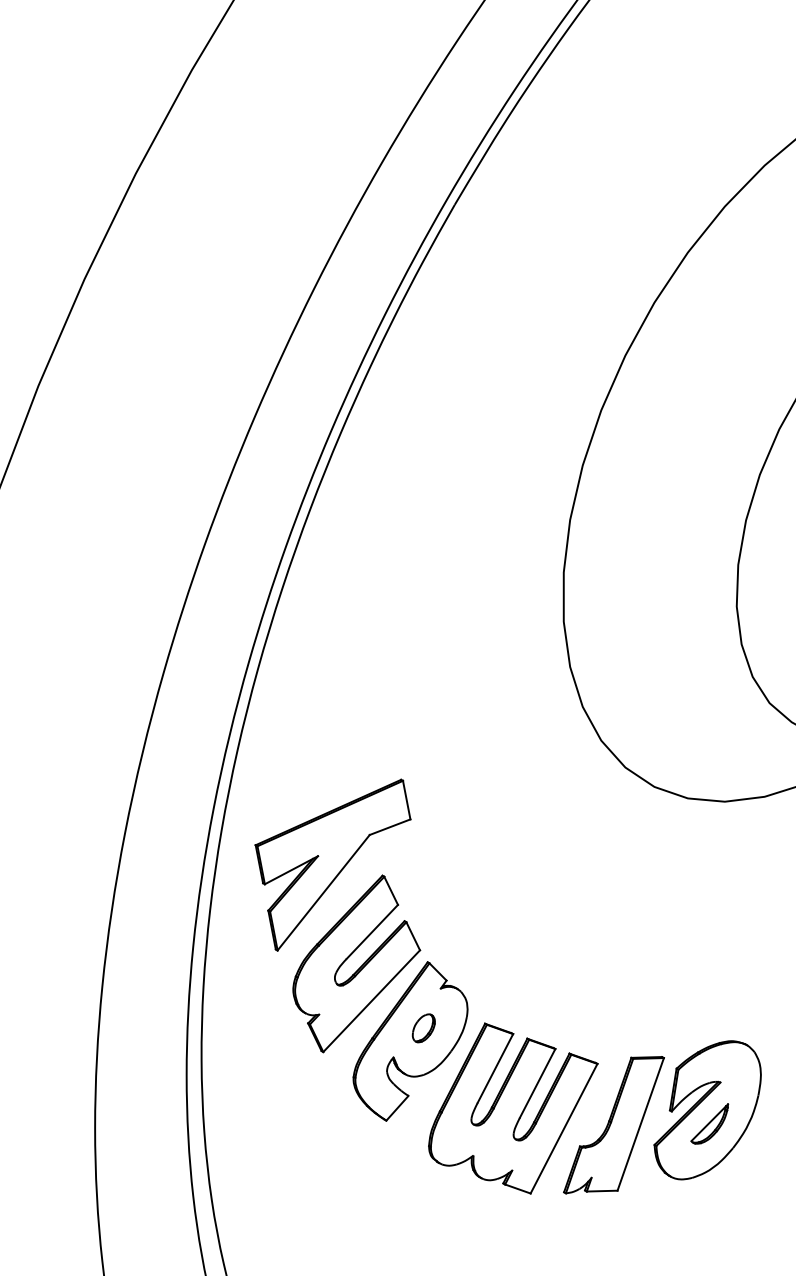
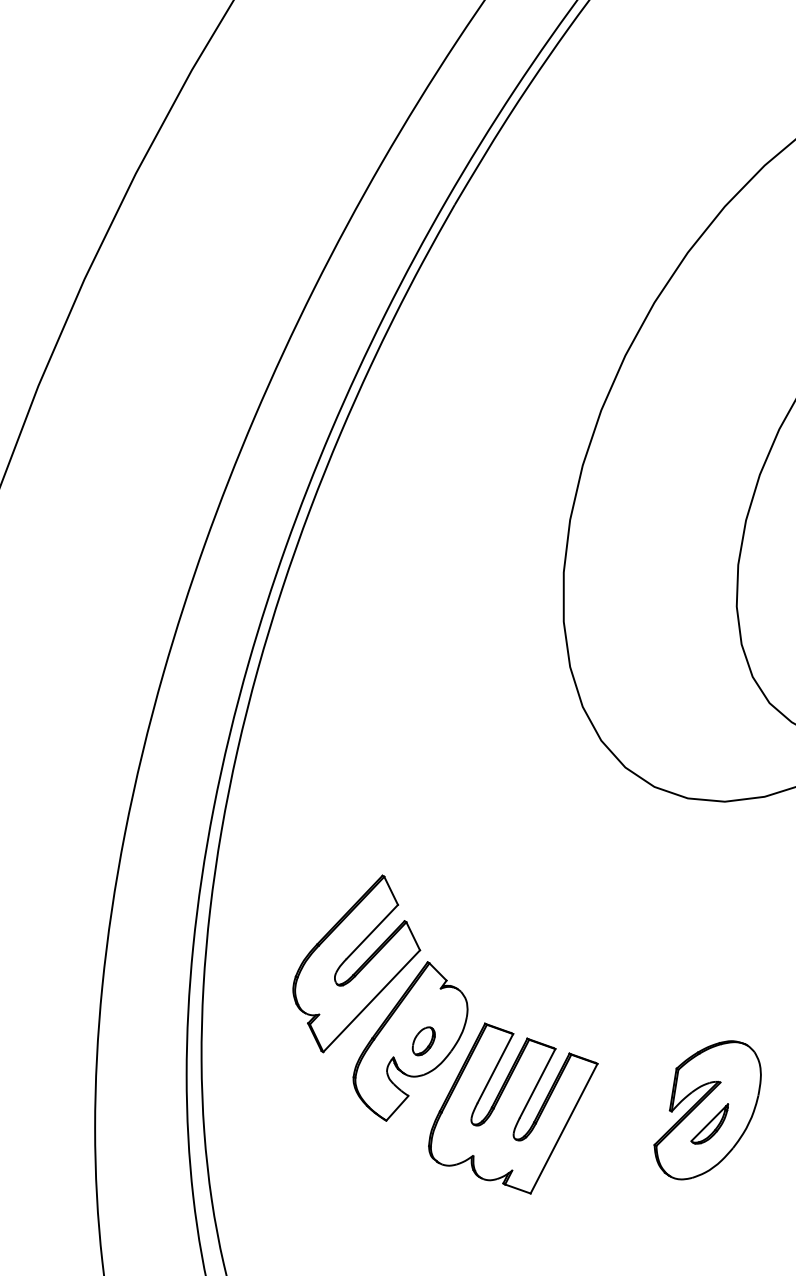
part at (332, 864): present -> none
part at (423, 1028) position: (423, 1028) -> (423, 1041)
part at (613, 1125): present -> none
